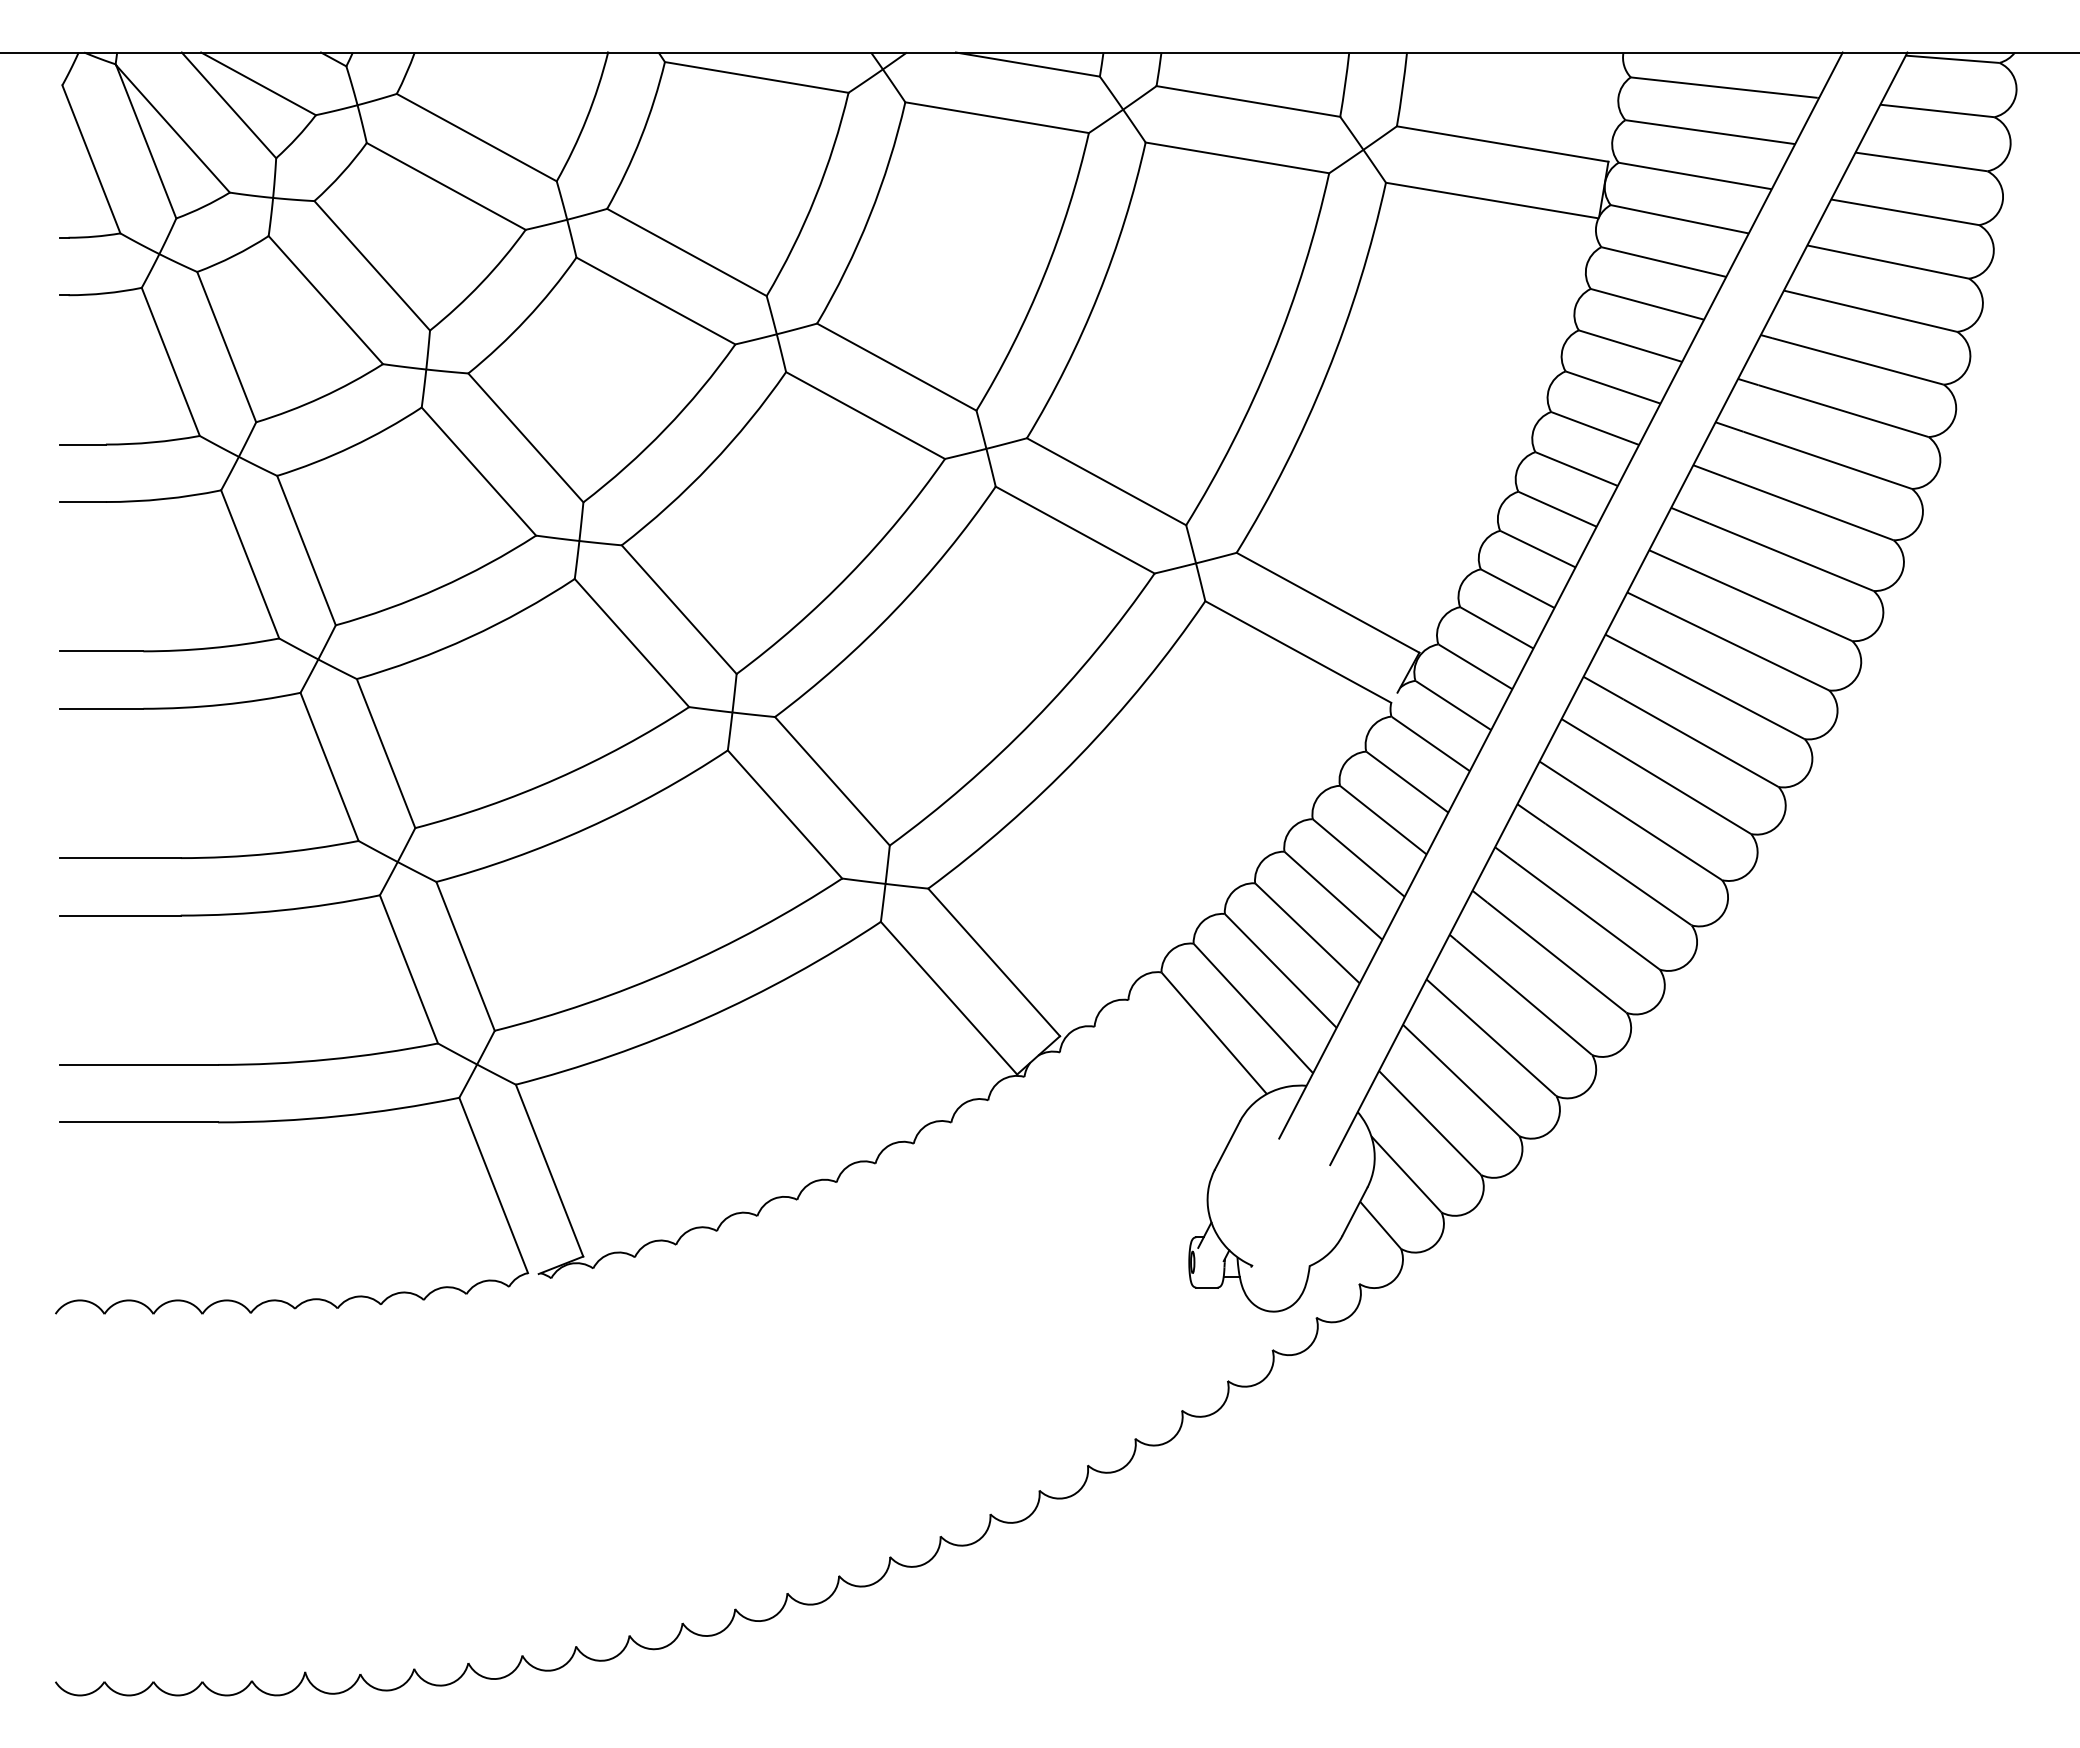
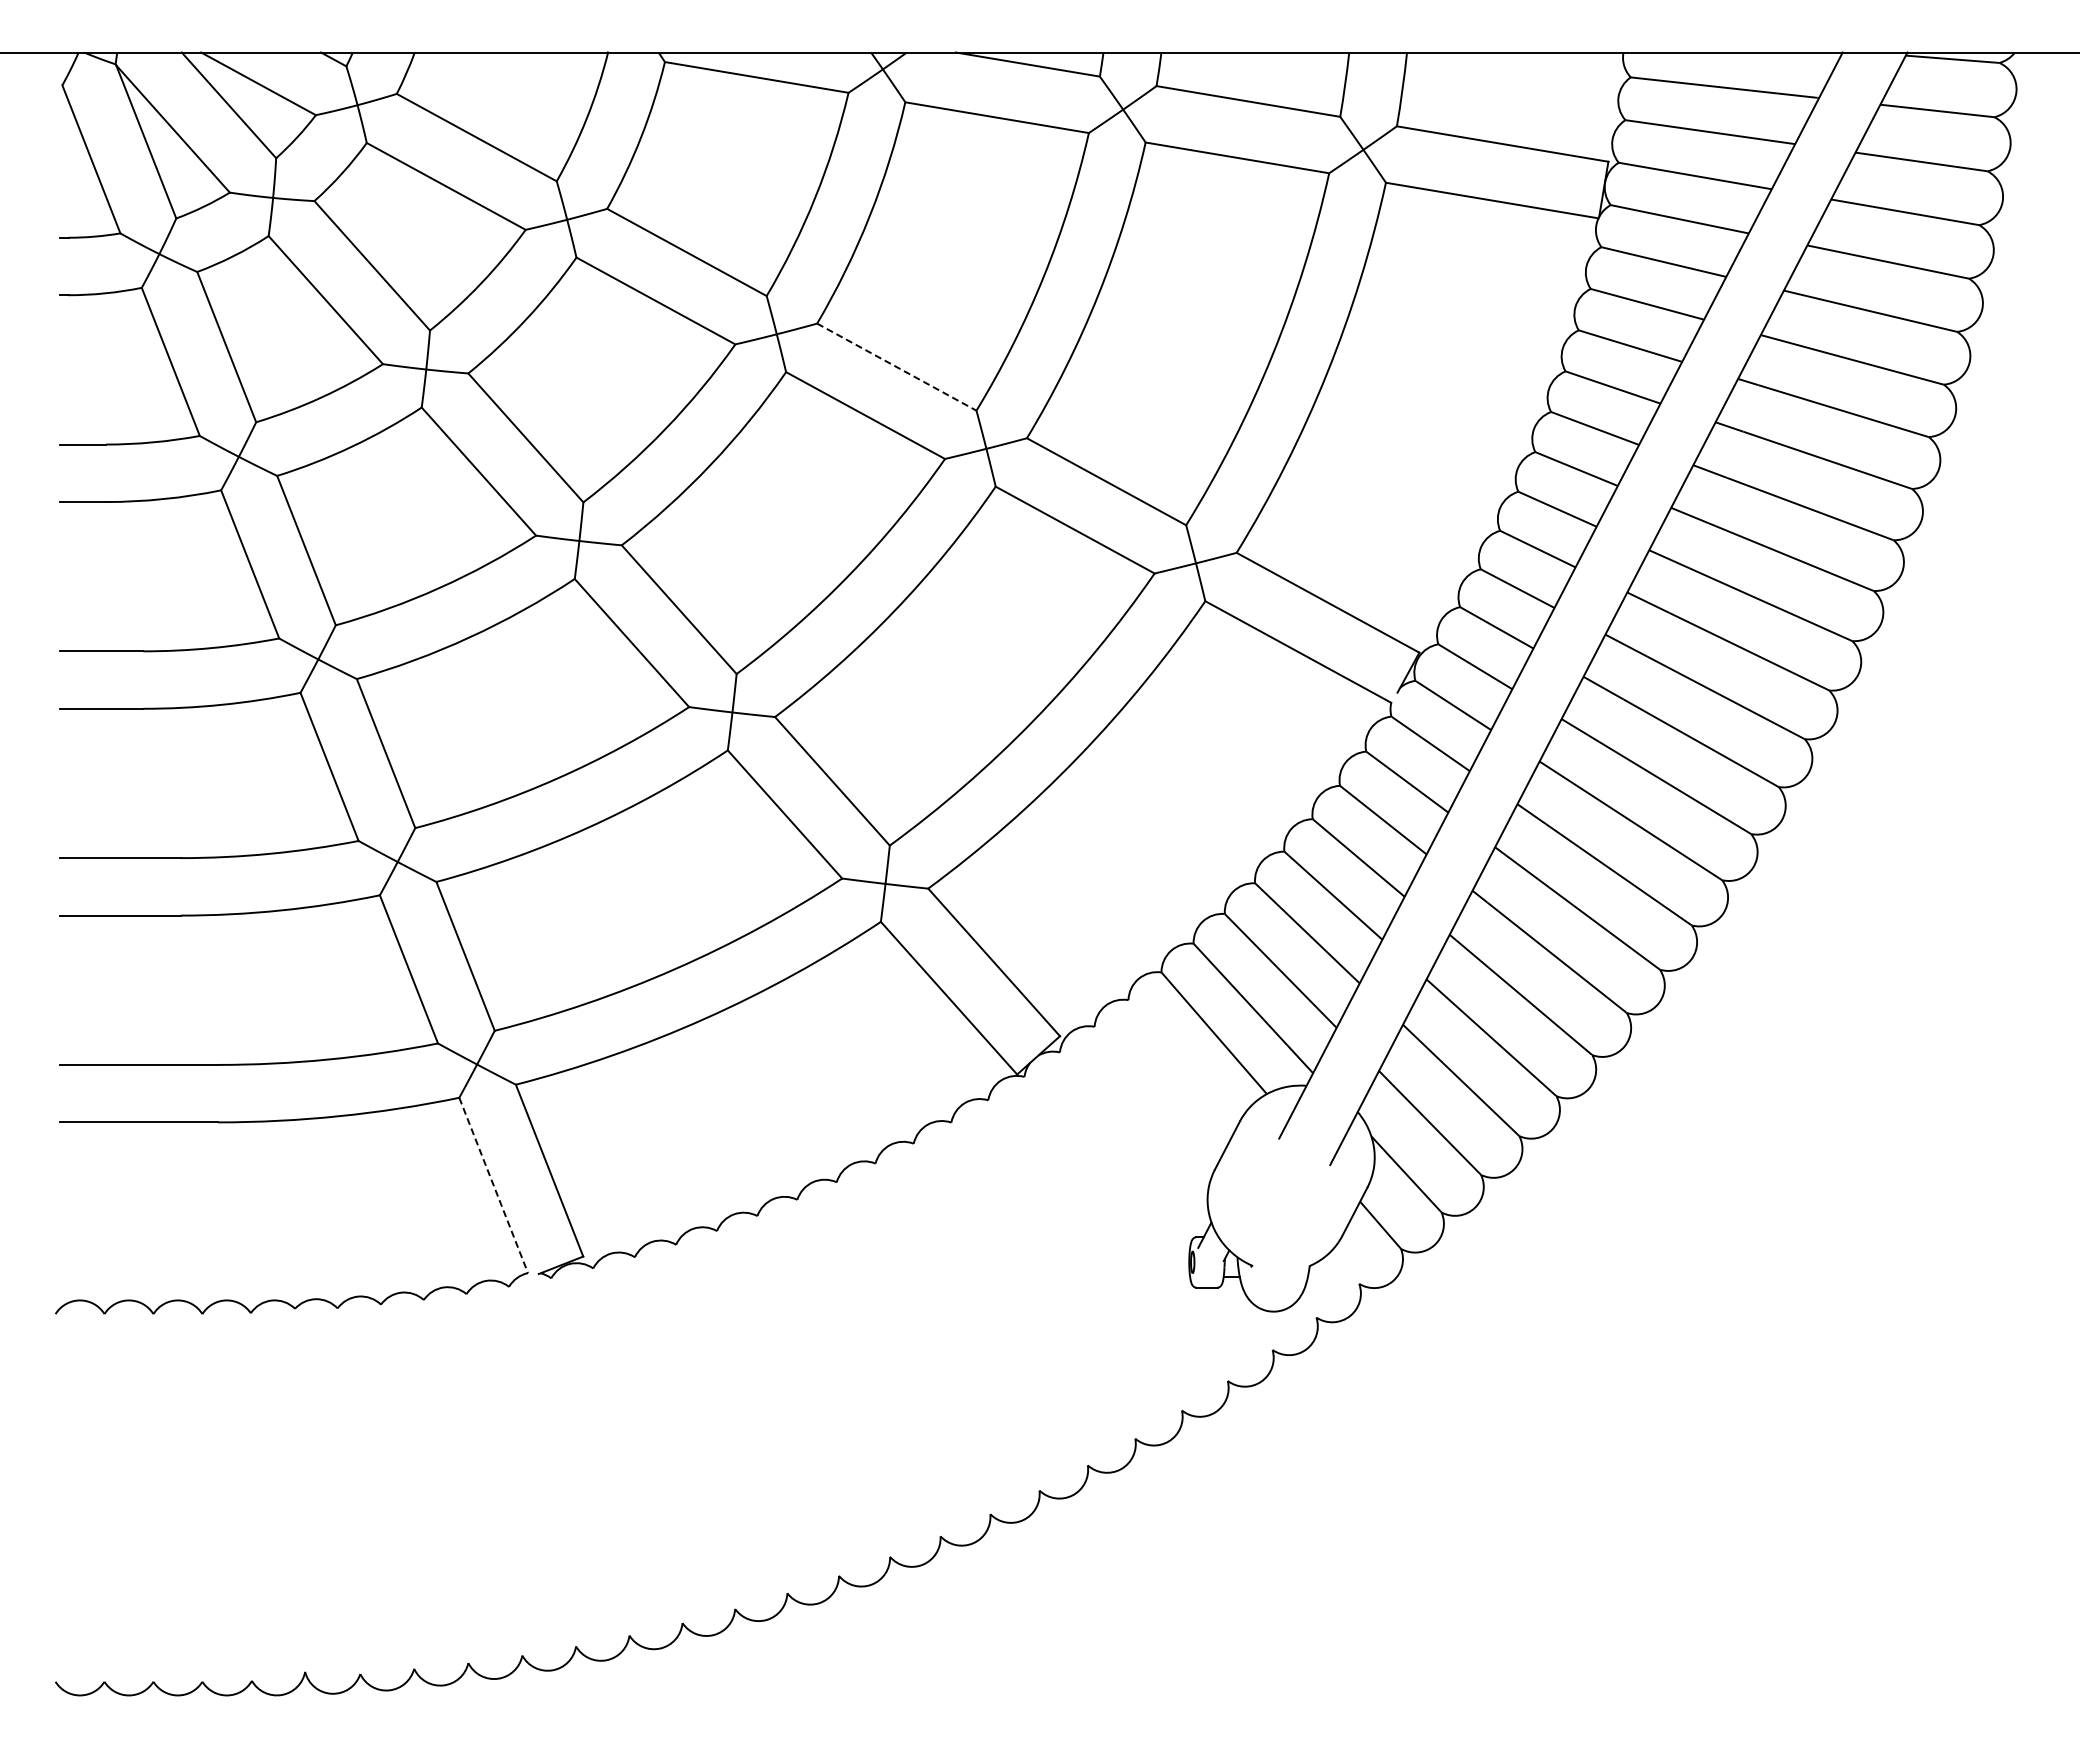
line at (896, 367): solid -> dashed
line at (493, 1185): solid -> dashed
